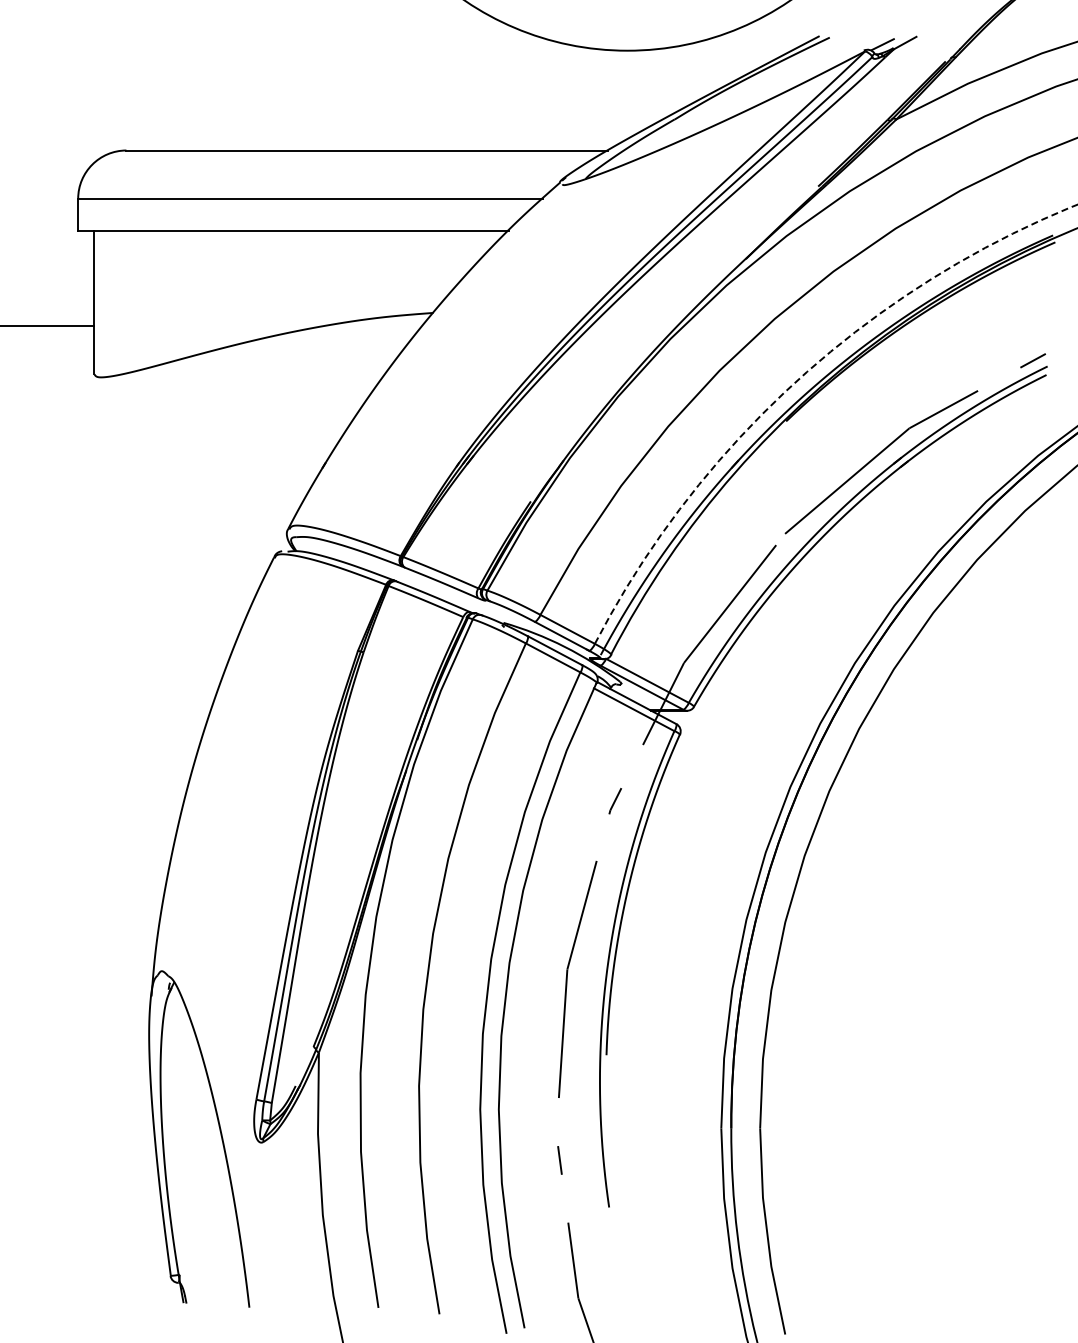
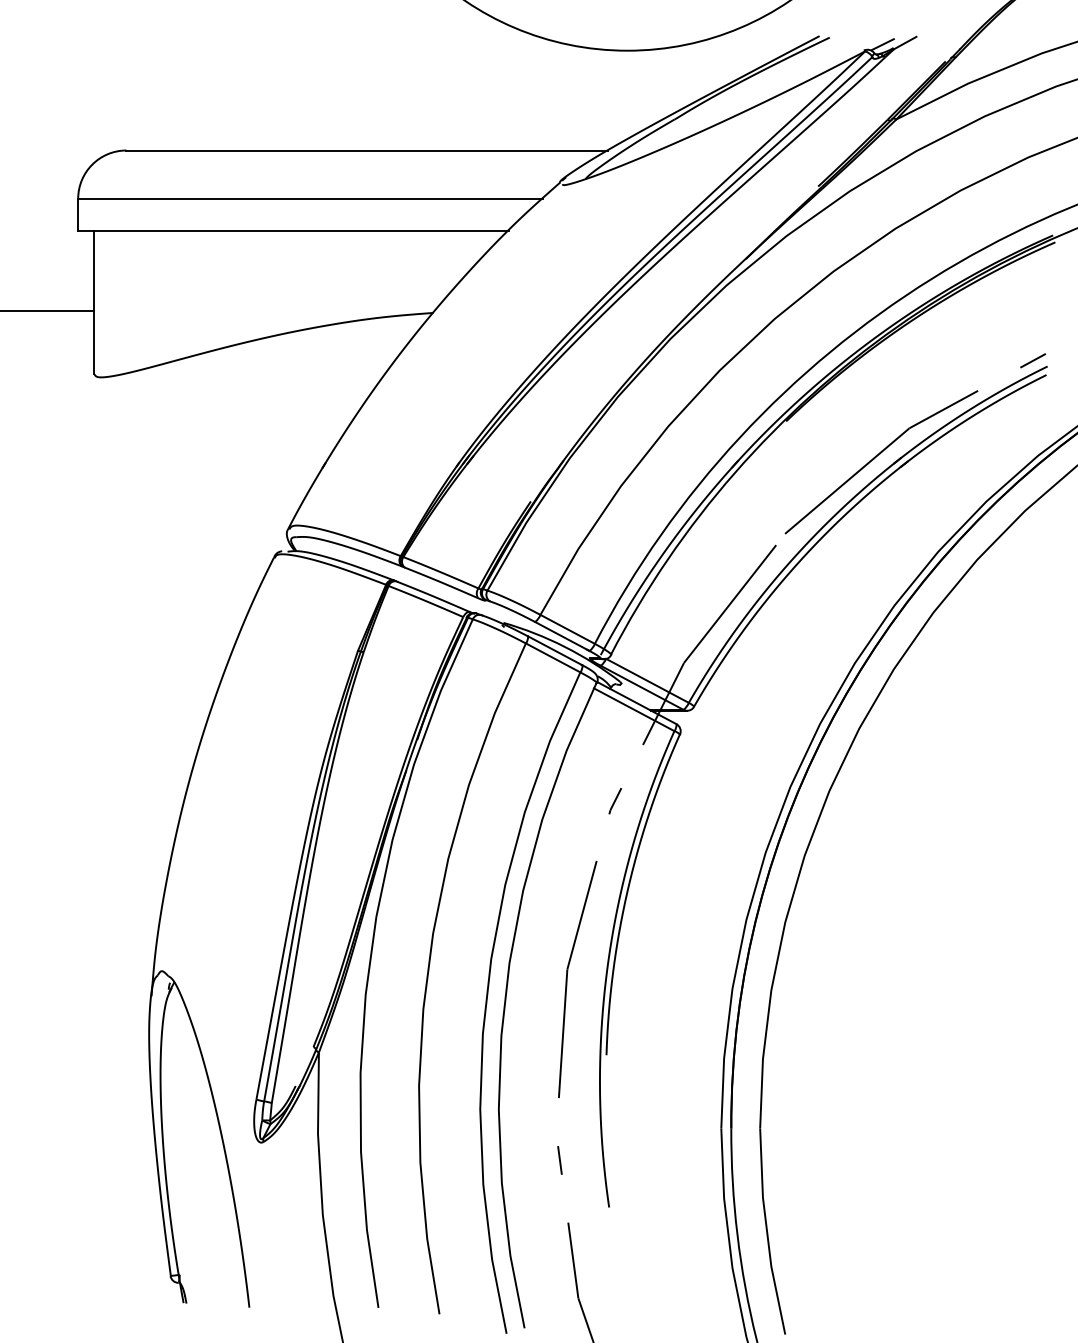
line at (48, 326) position: (48, 326) -> (48, 311)
arc at (797, 381): dashed -> solid
